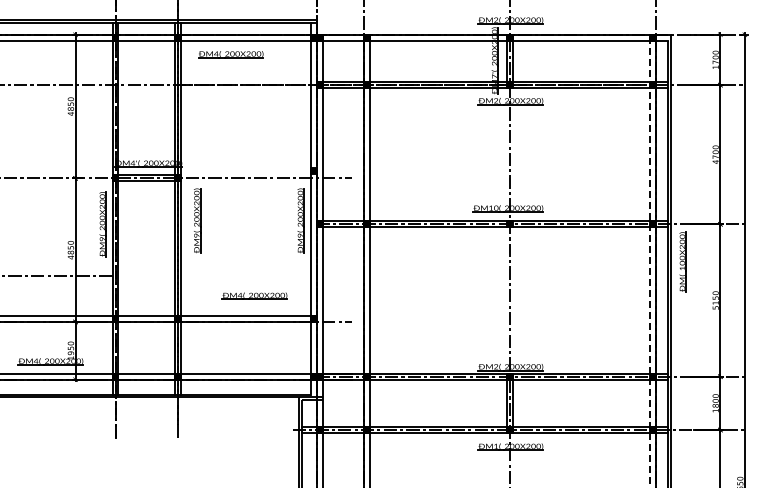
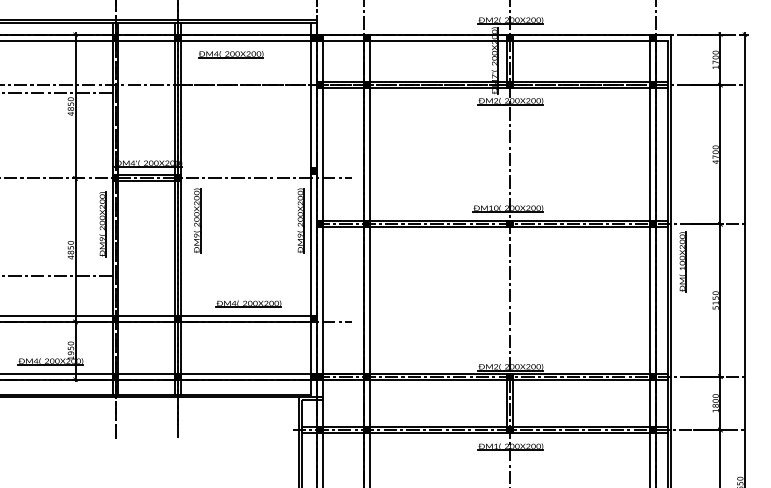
line at (58, 92): none -> present
line at (649, 260): dashed -> solid
part at (254, 295) position: (254, 295) -> (248, 303)
